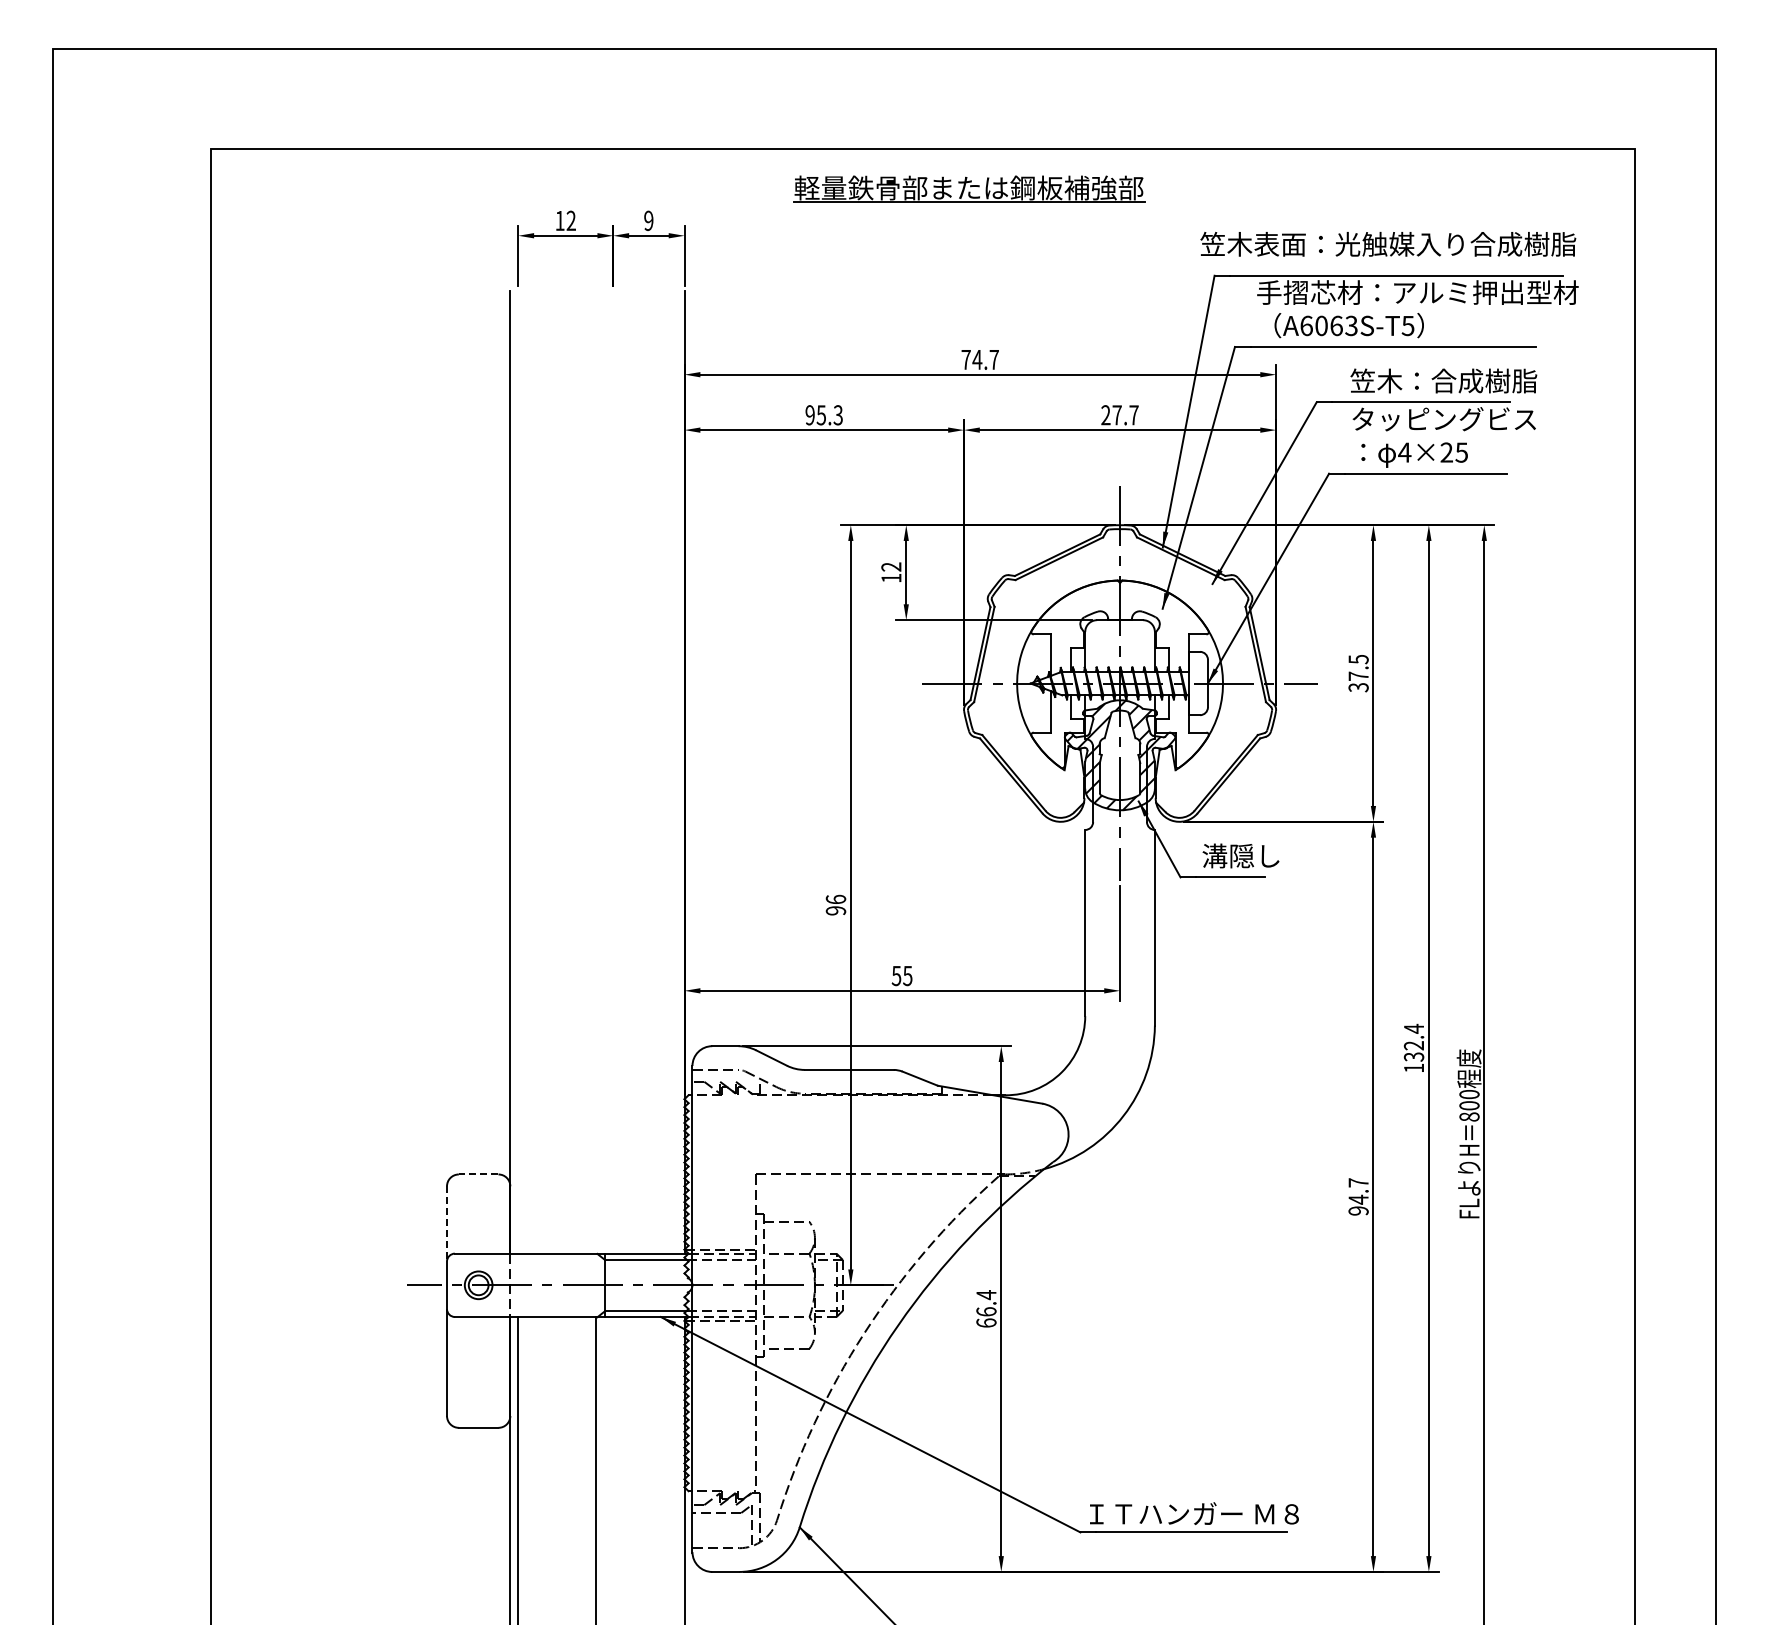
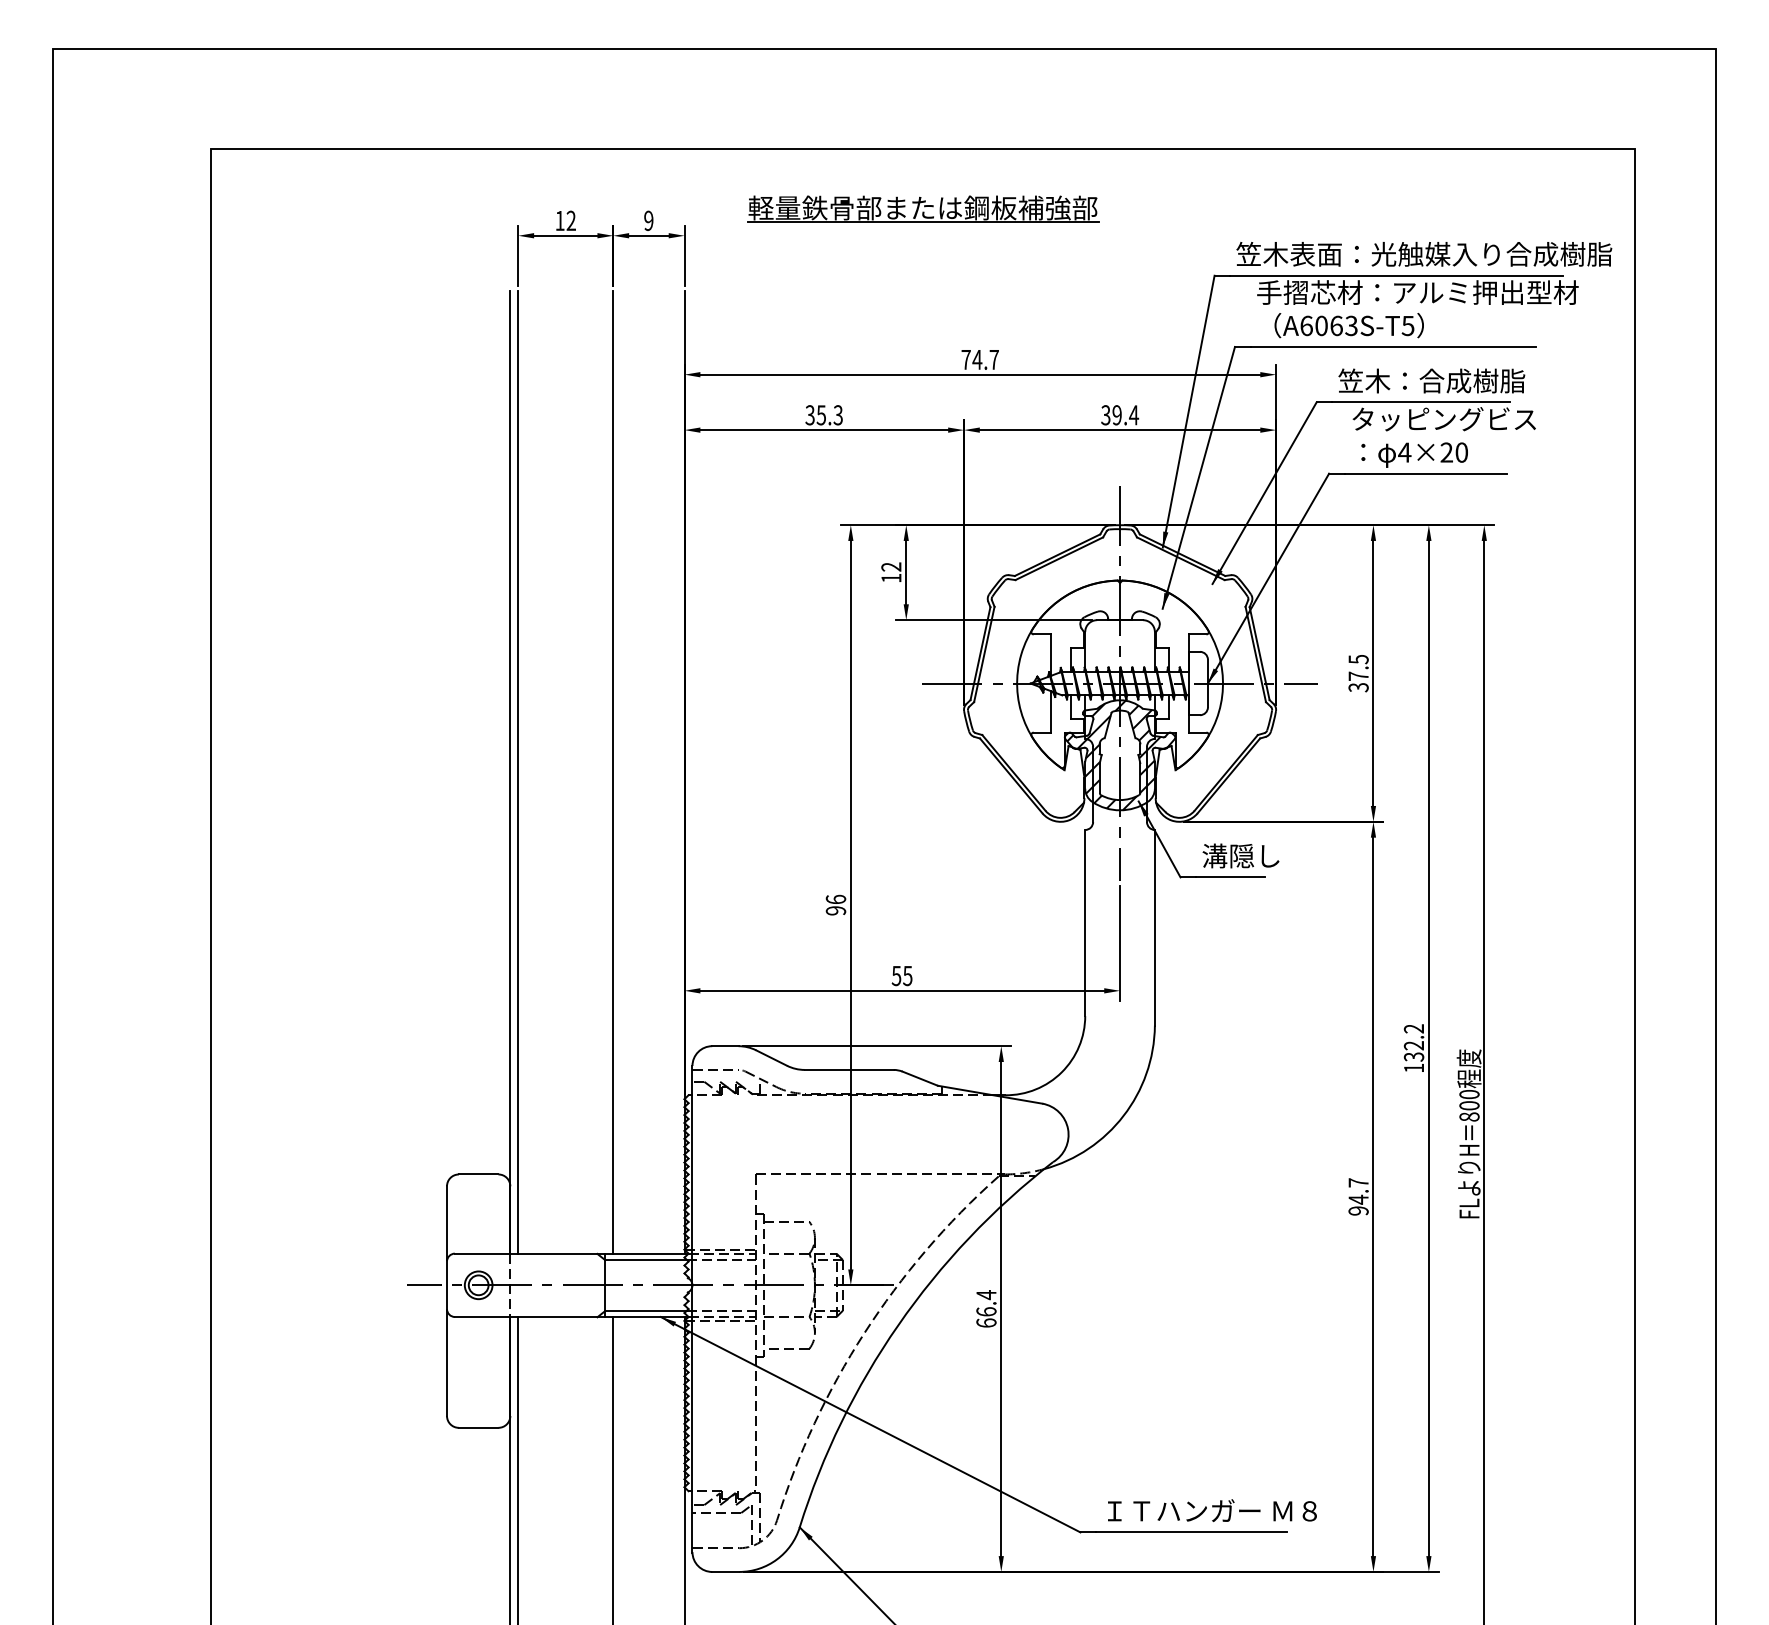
part at (969, 188) position: (969, 188) -> (923, 208)
text at (1388, 243) position: (1388, 243) -> (1424, 253)
text at (1443, 380) position: (1443, 380) -> (1431, 380)
text at (809, 415): 95.3 -> 35.3
text at (1120, 415): 27.7 -> 39.4
text at (1461, 452): 4×25 -> 4×20
line at (518, 772): none -> present
line at (613, 772): none -> present
text at (1413, 1028): 132.4 -> 132.2
line at (478, 1174): dashed -> solid
line at (447, 1223): dashed -> solid
line at (596, 1468) position: (596, 1468) -> (613, 1468)
text at (1194, 1513) position: (1194, 1513) -> (1212, 1510)
